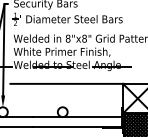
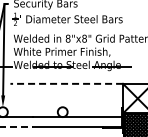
line at (66, 83): solid -> dashed
line at (17, 126): solid -> dashed
